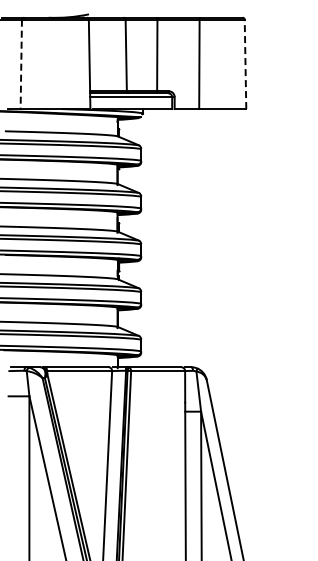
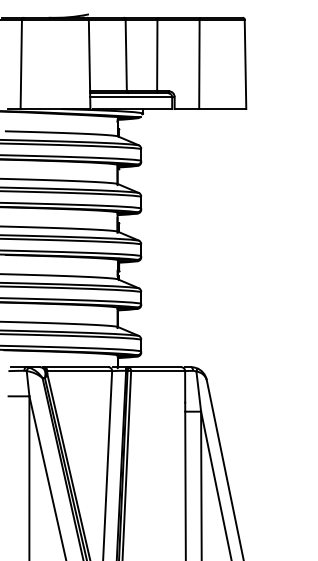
line at (21, 64): dashed -> solid
line at (245, 64): dashed -> solid
